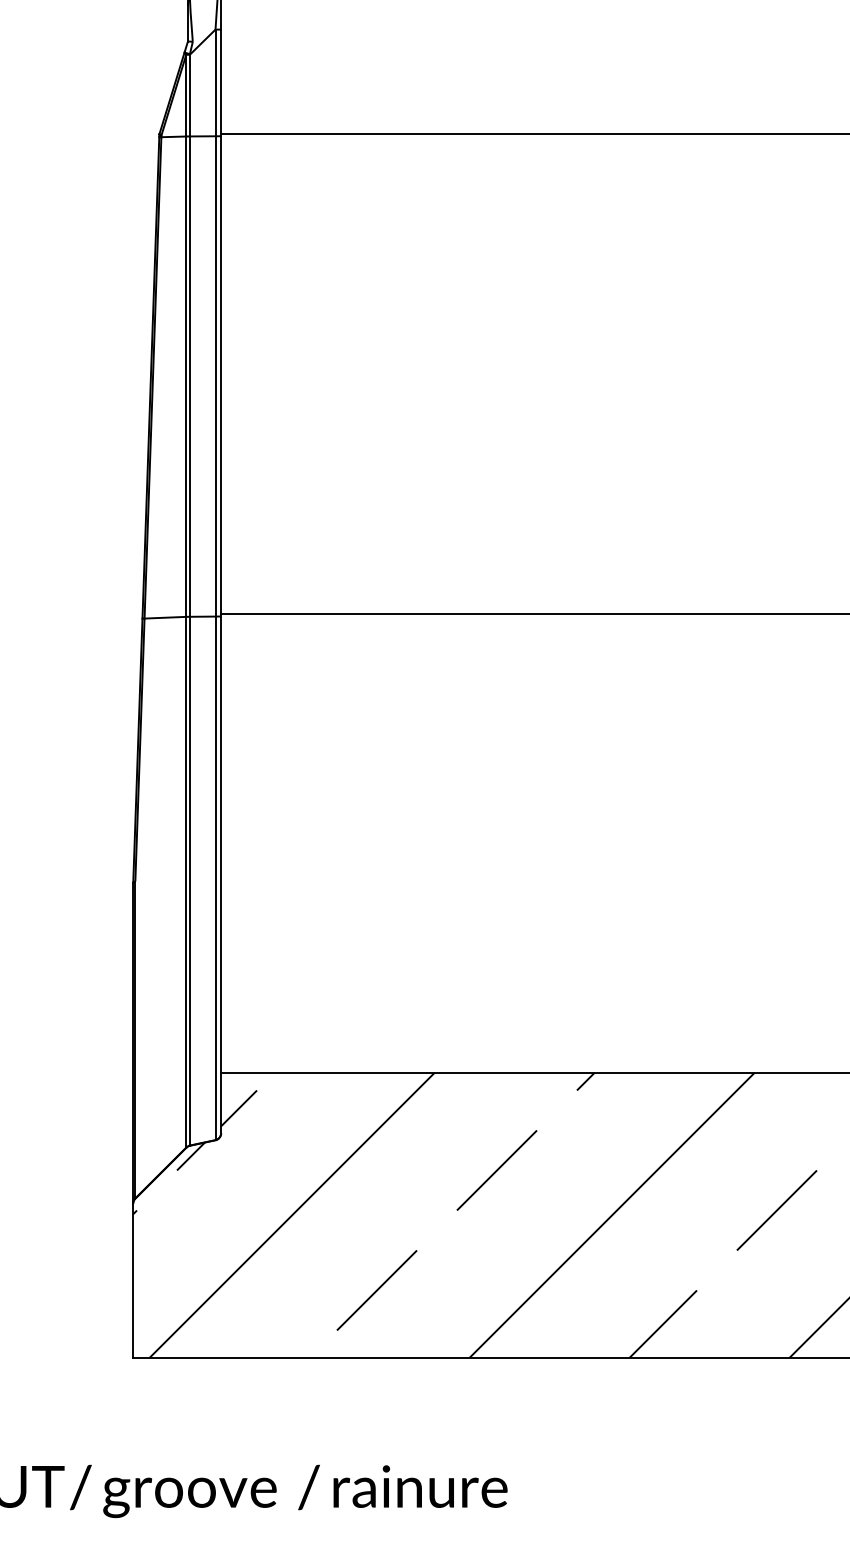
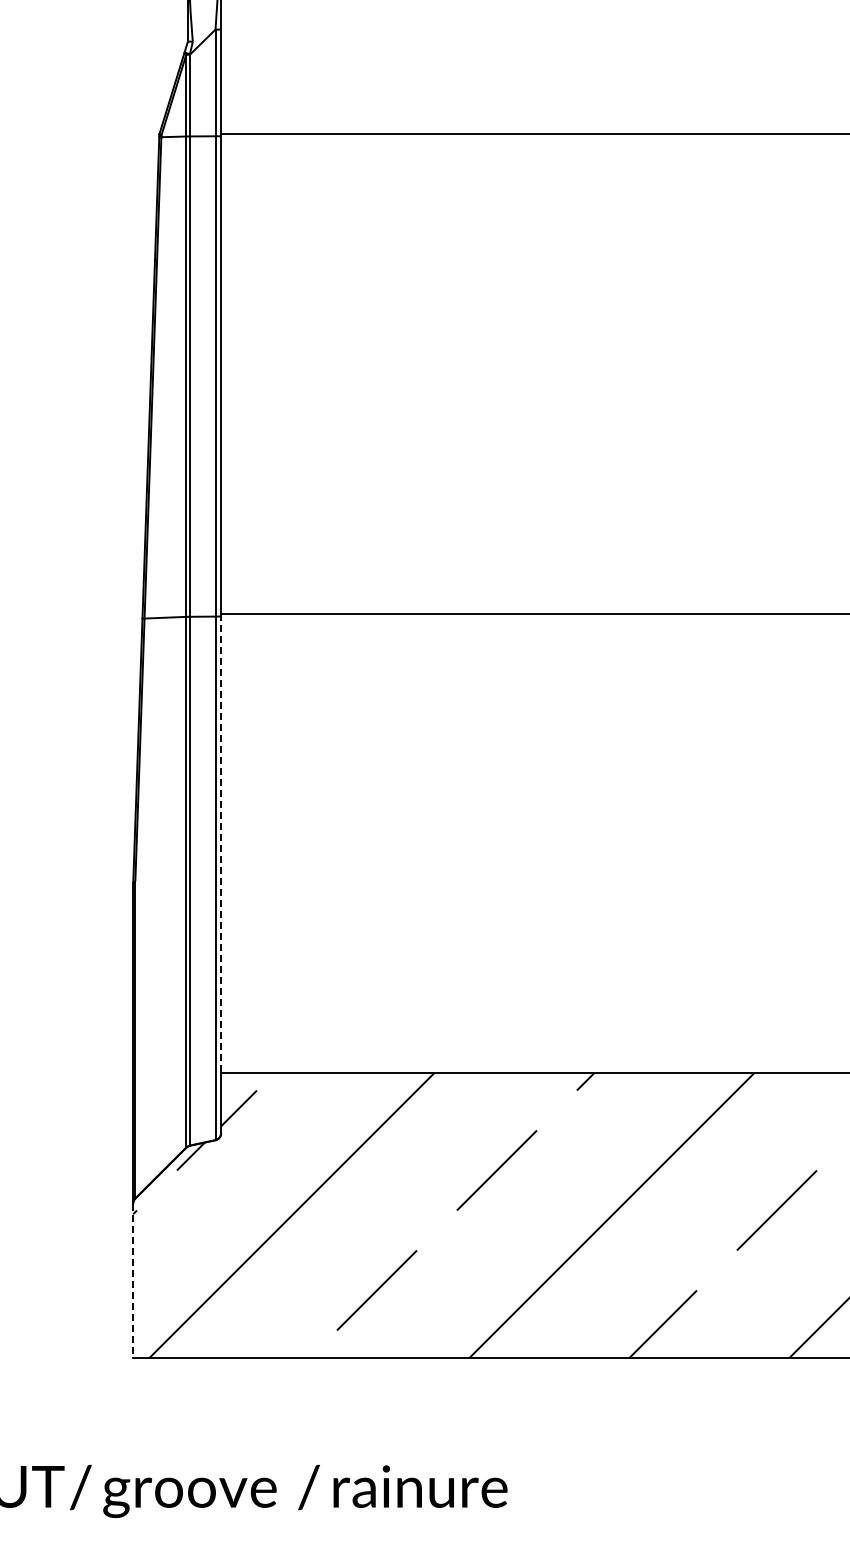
line at (221, 843): solid -> dashed
line at (133, 1280): solid -> dashed
